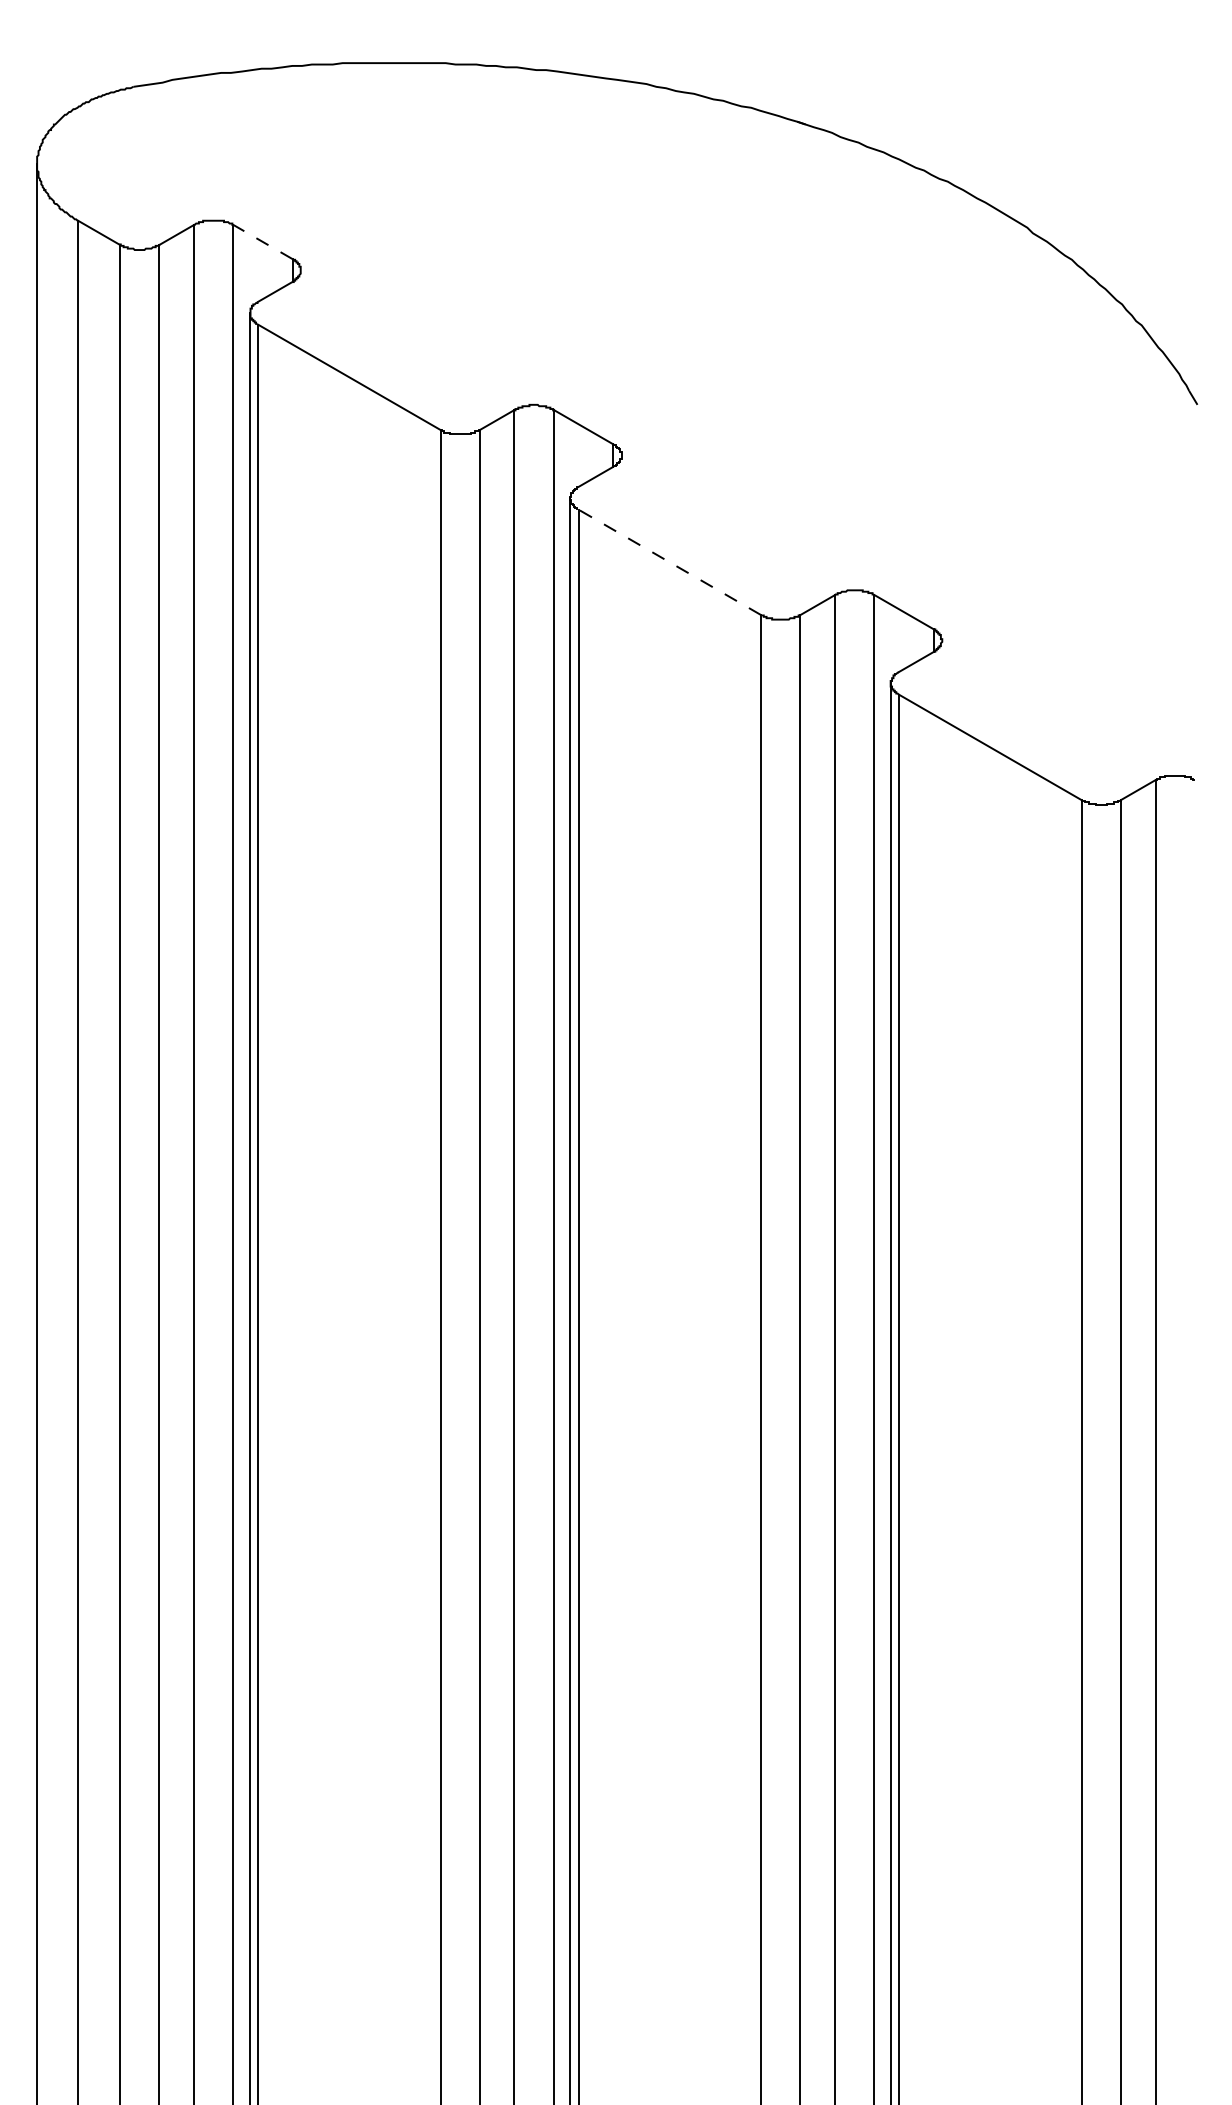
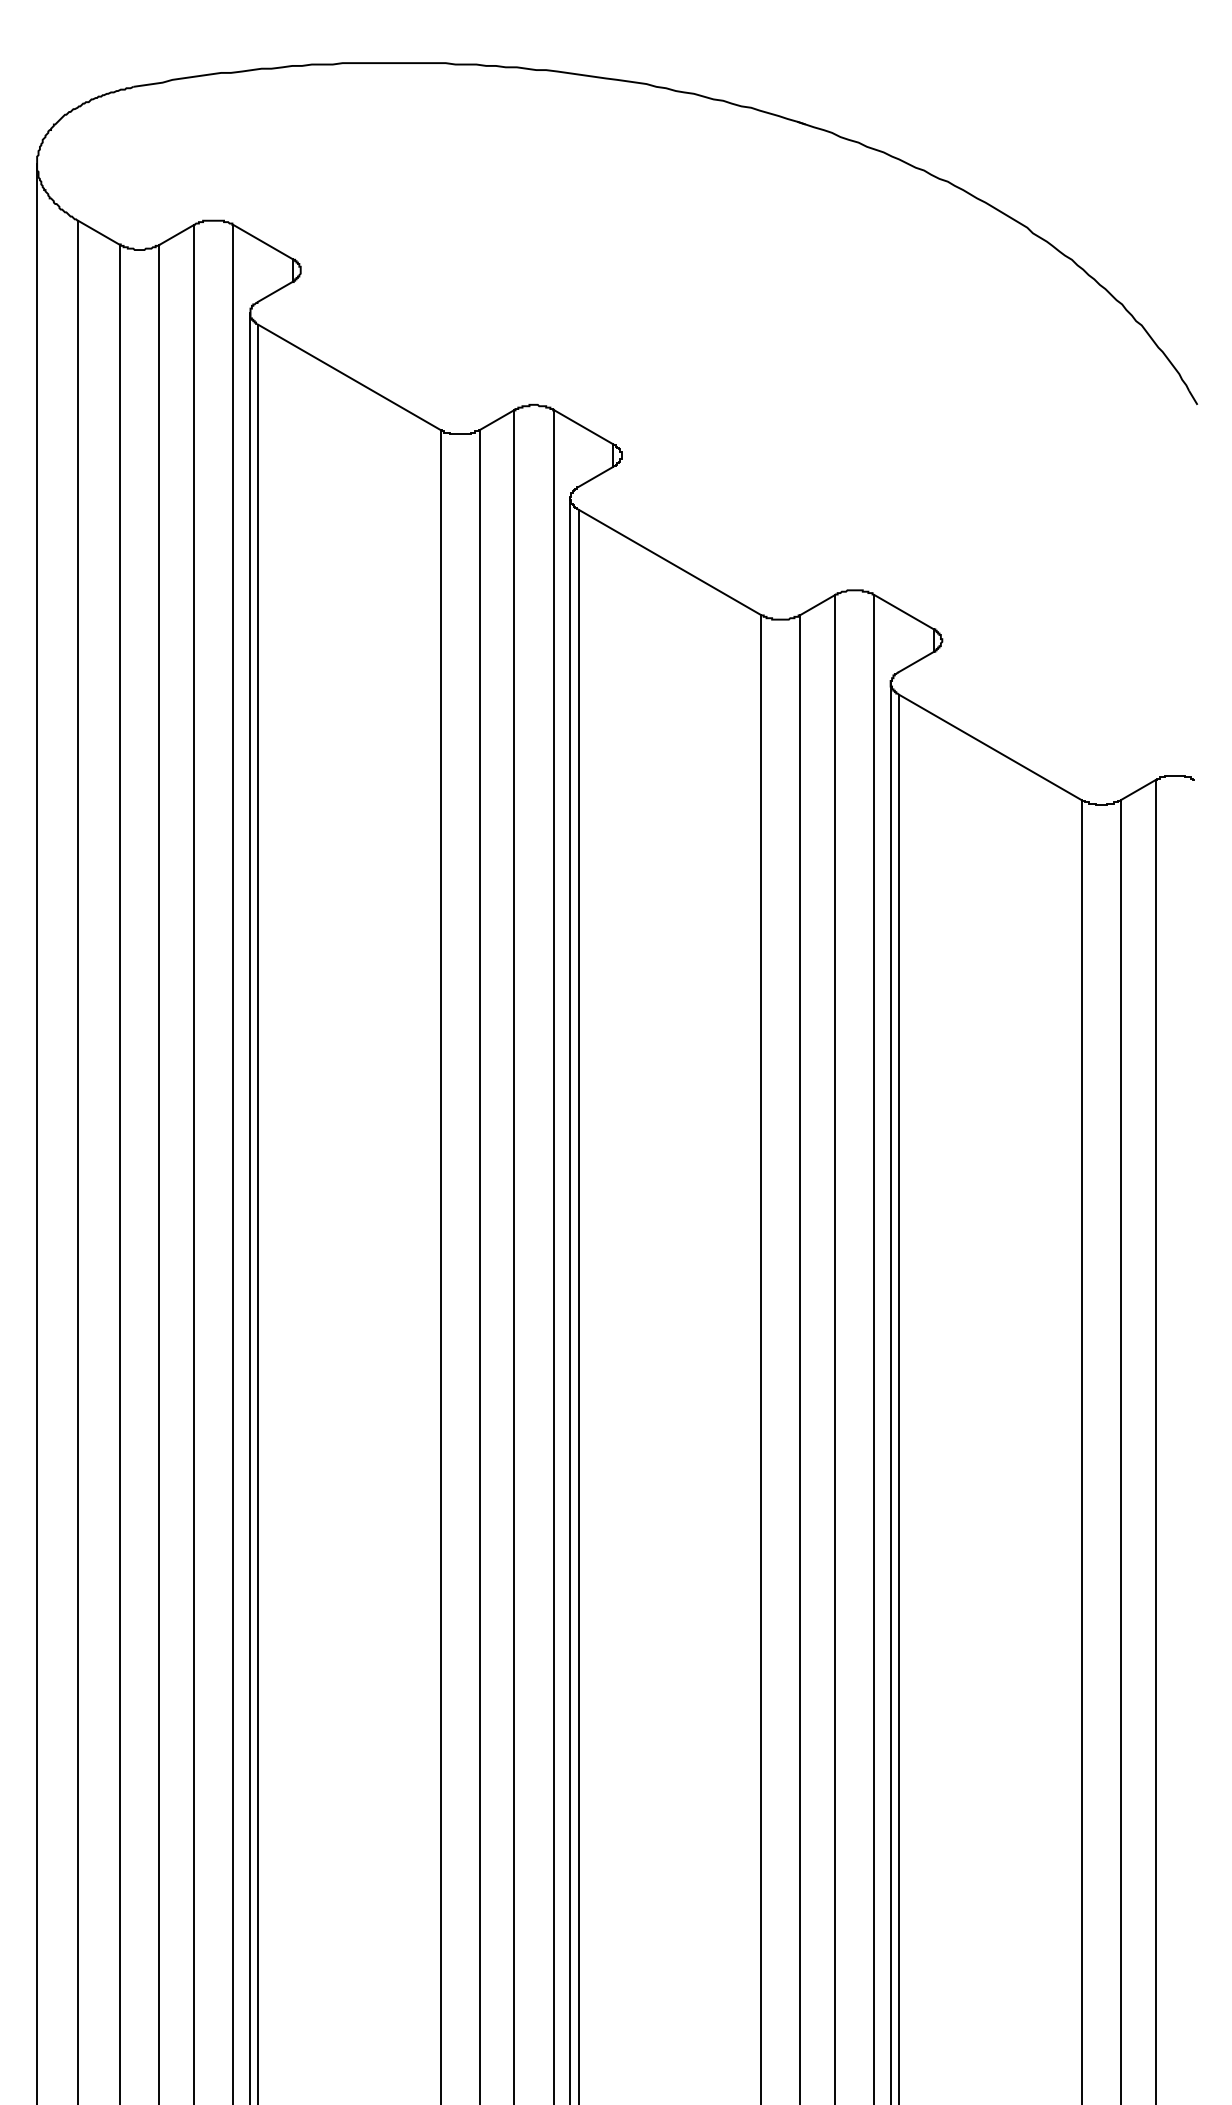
line at (262, 241): dashed -> solid
line at (669, 562): dashed -> solid
